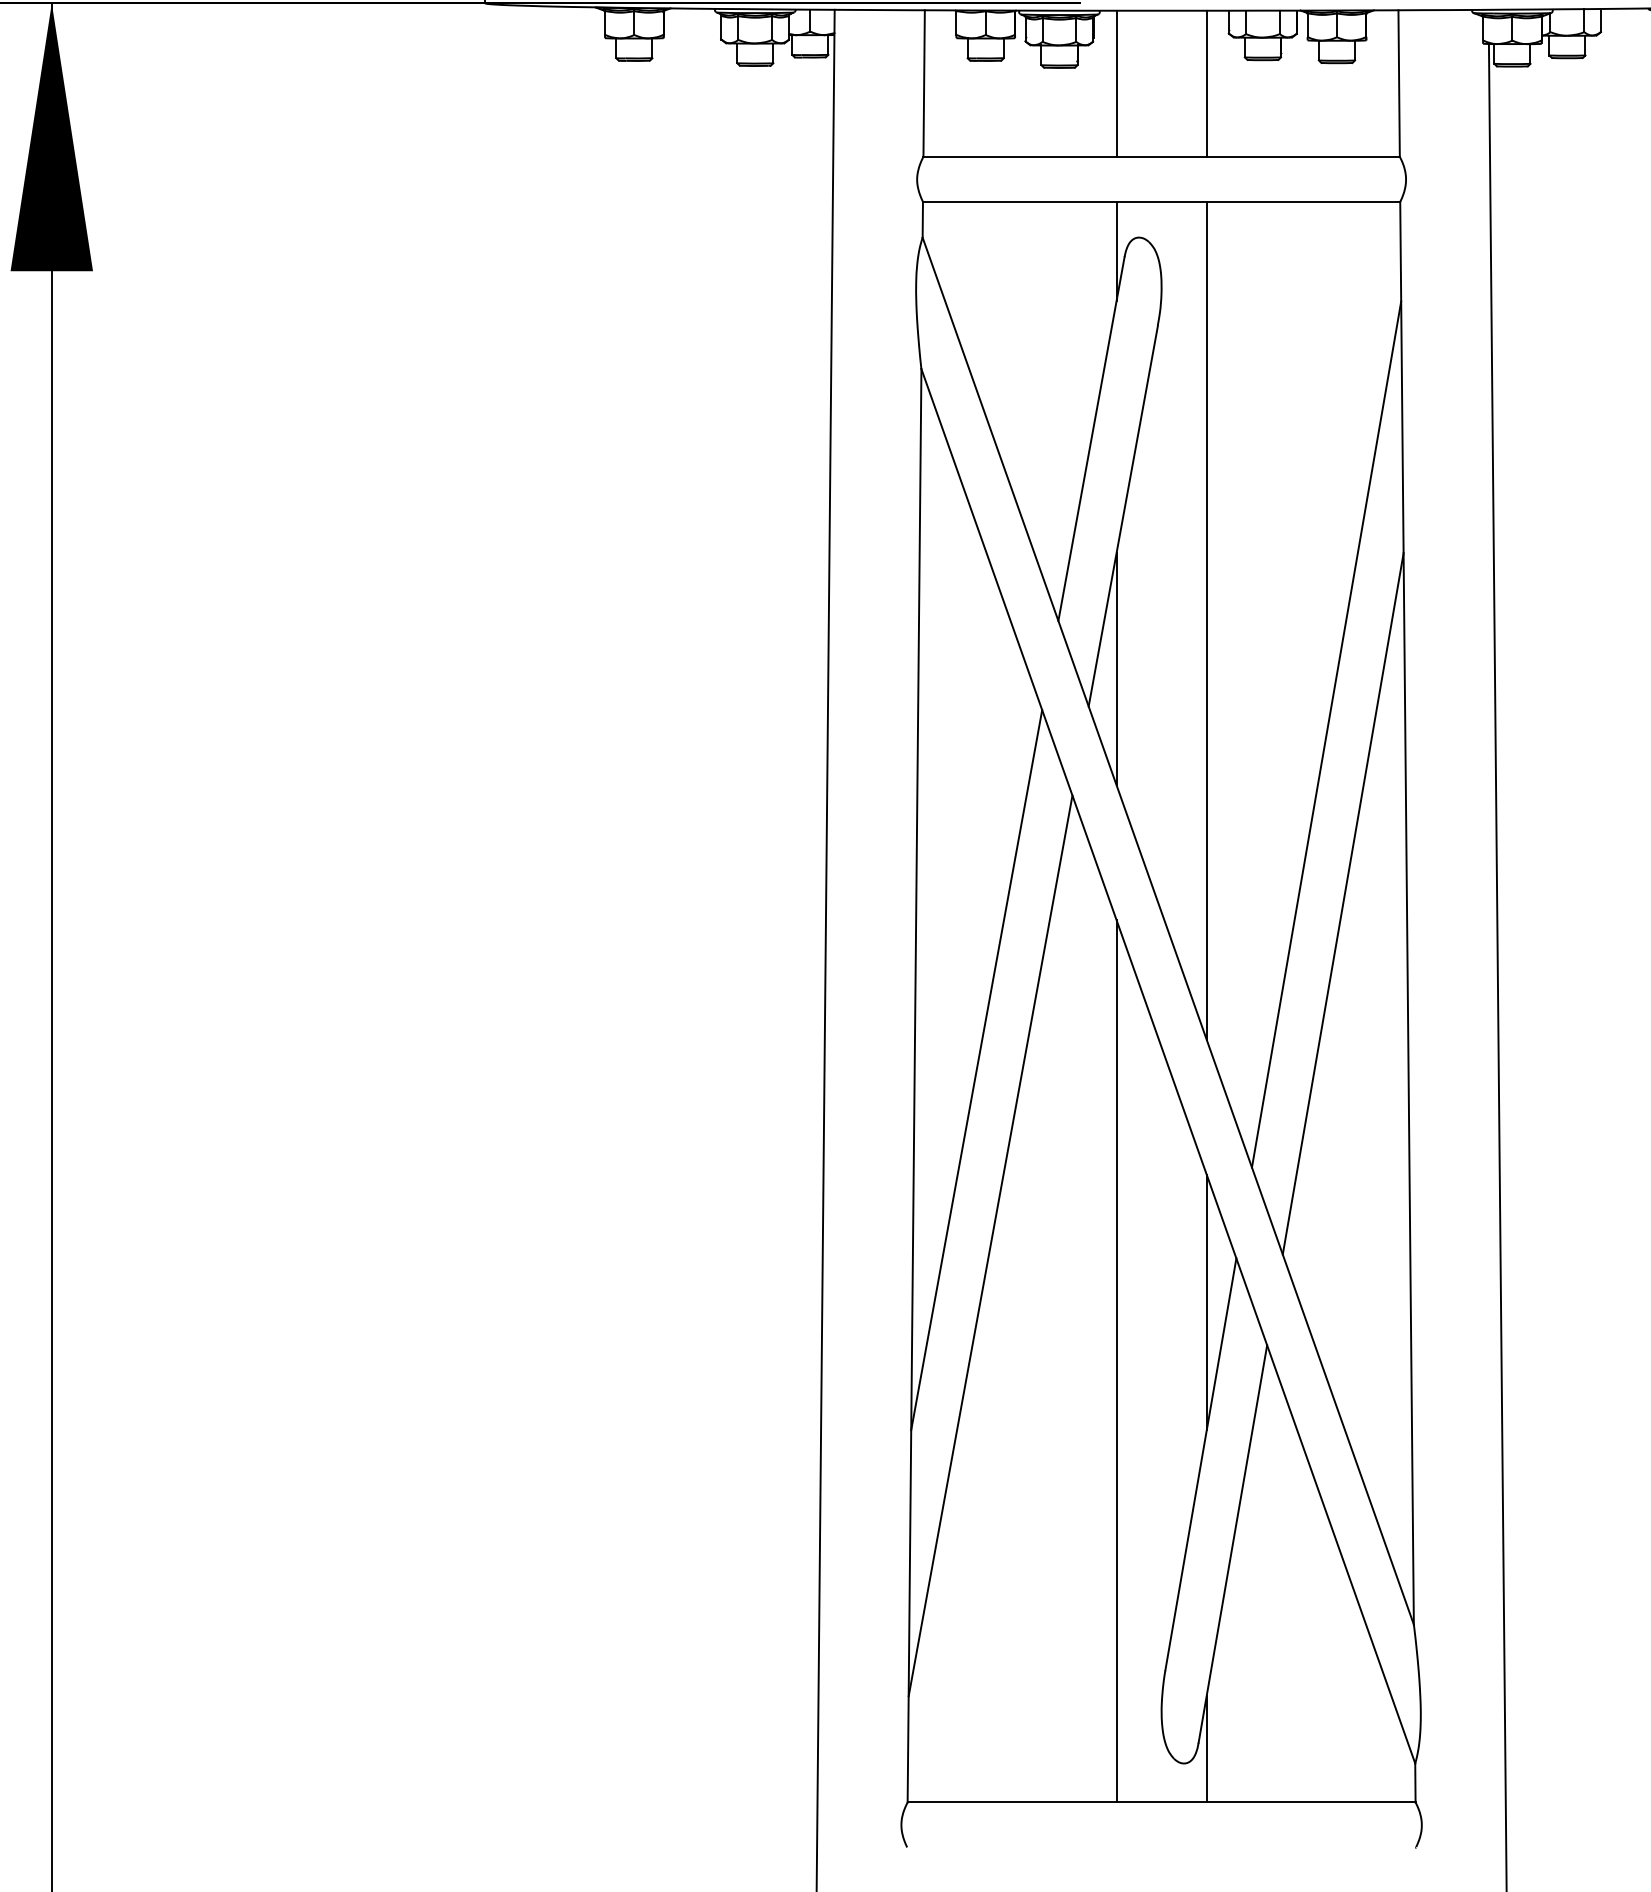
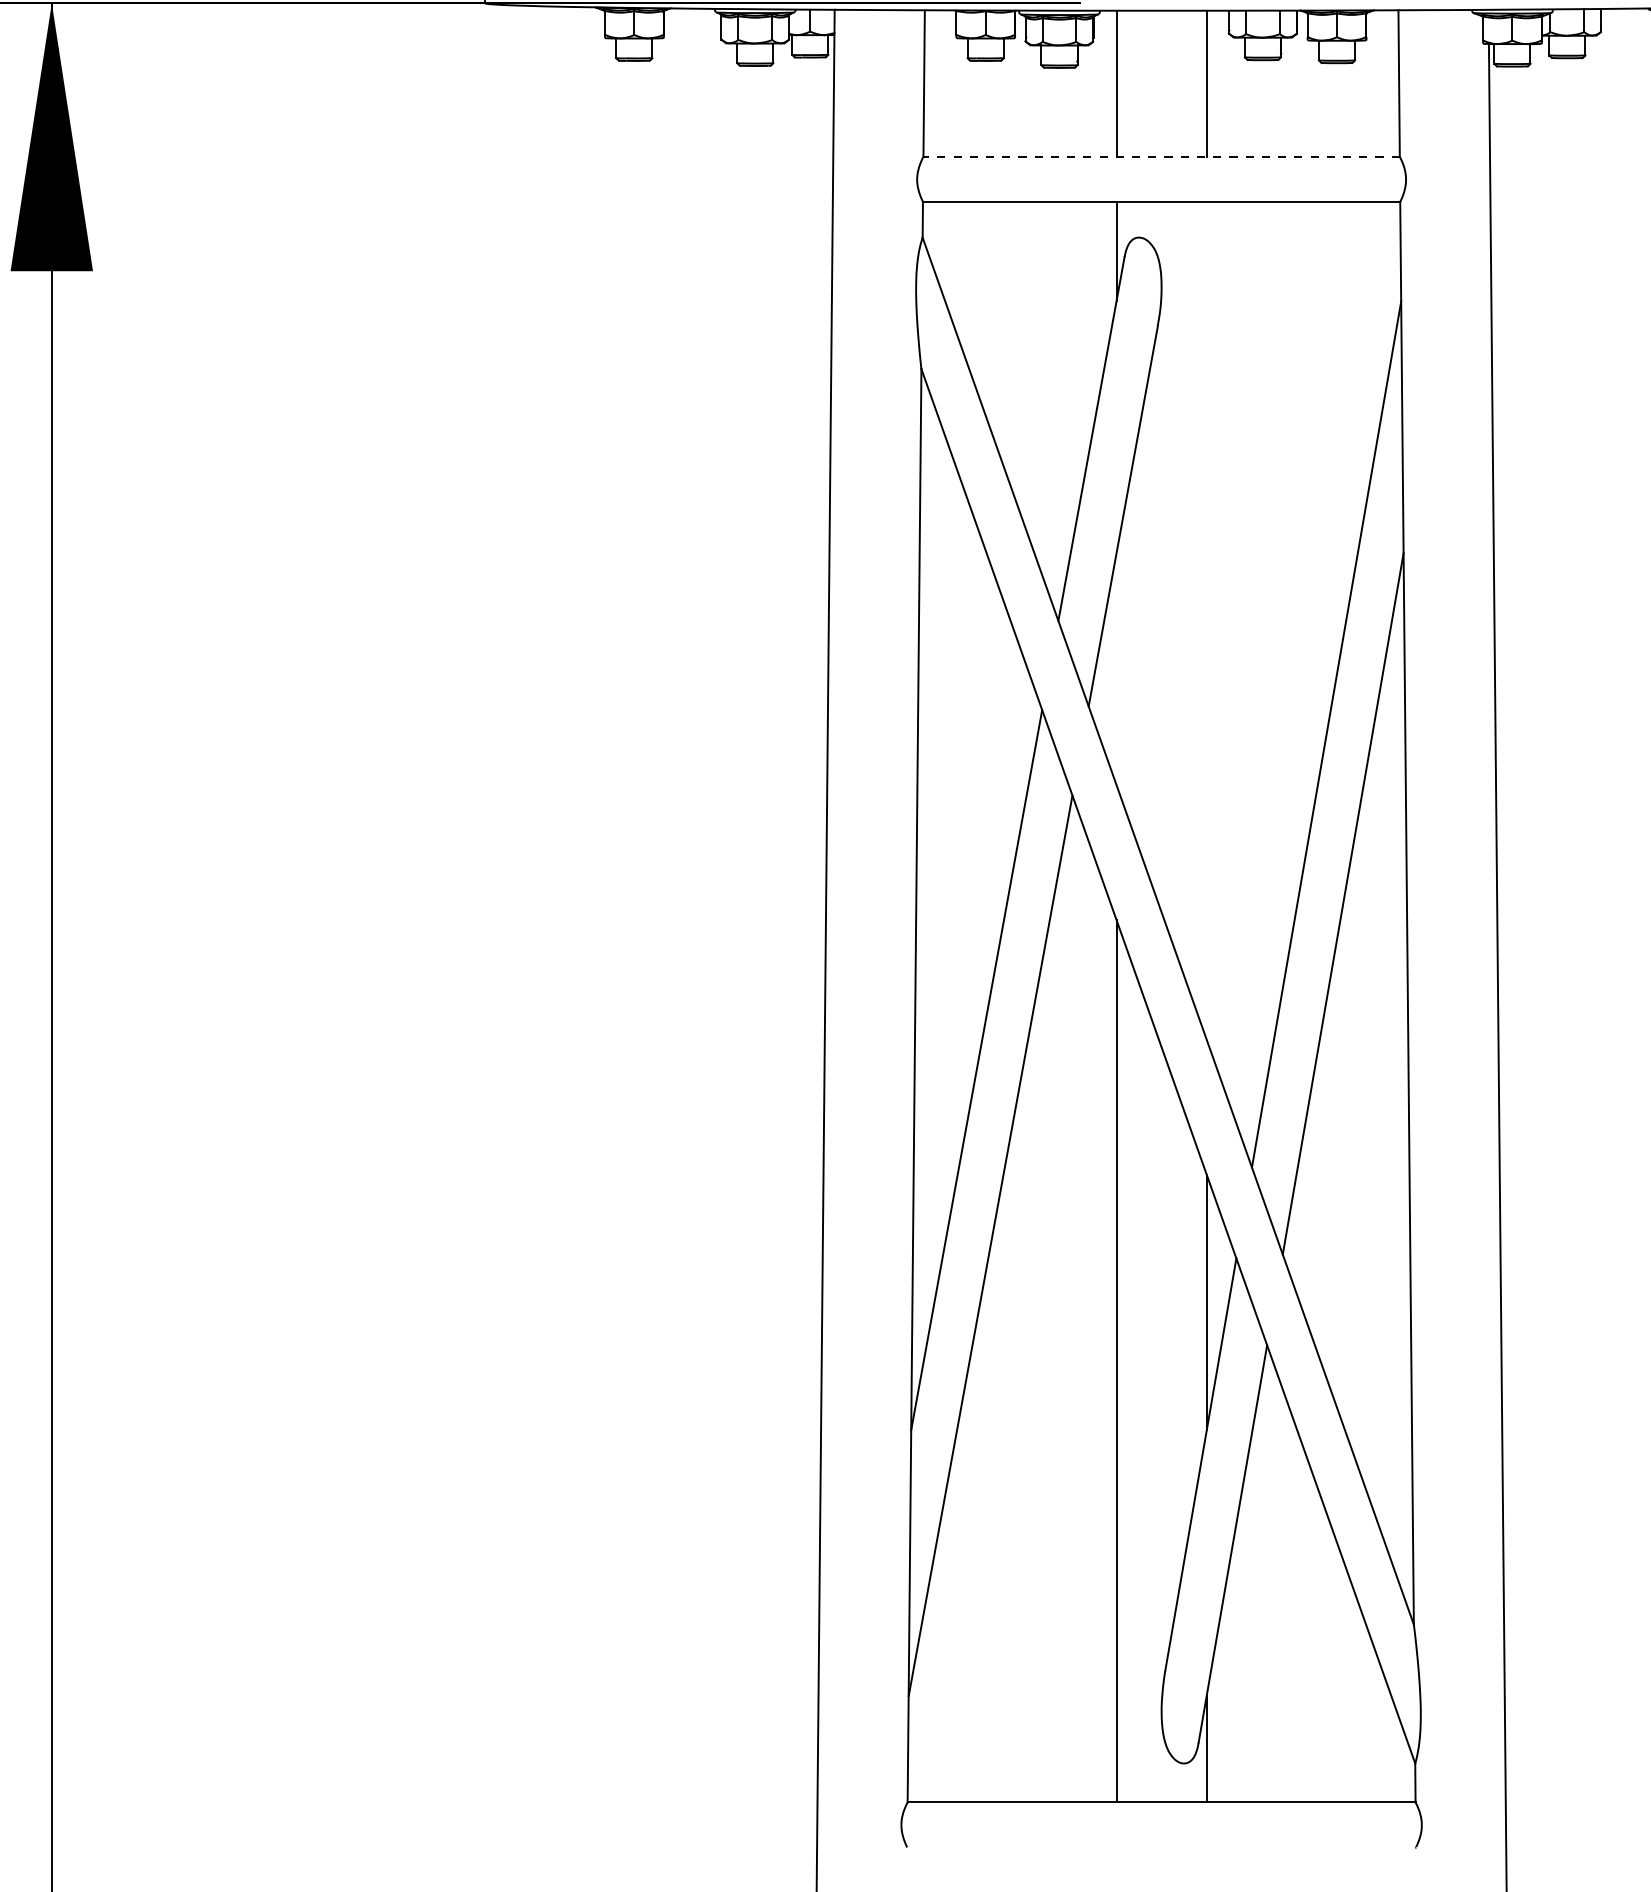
line at (1161, 156): solid -> dashed
line at (1206, 620): present -> none
line at (1116, 669): present -> none
